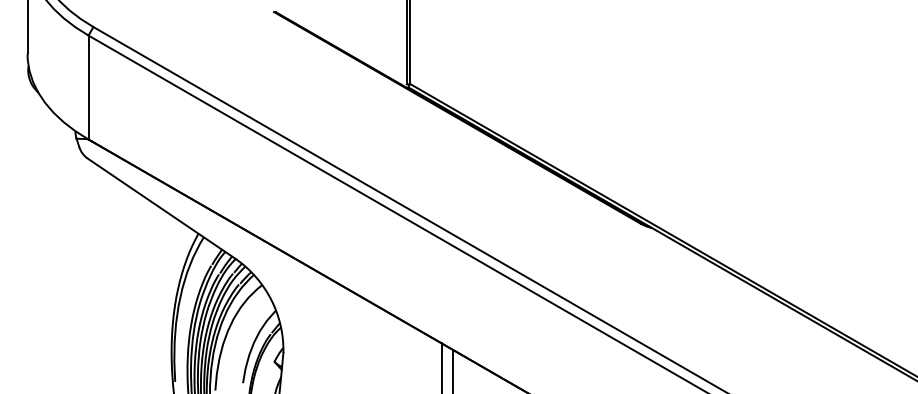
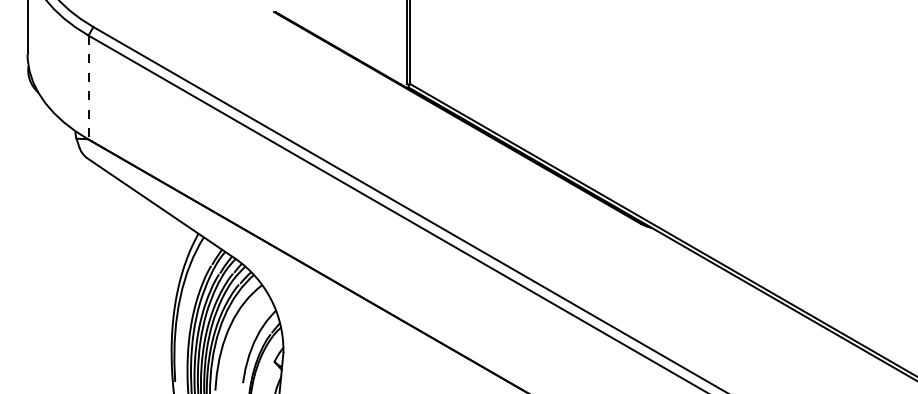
line at (88, 87): solid -> dashed
line at (441, 366): present -> none
line at (452, 369): present -> none
